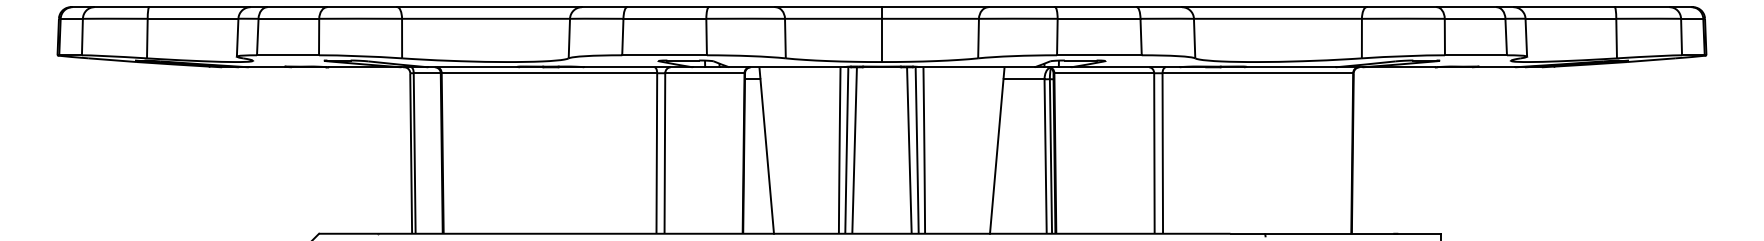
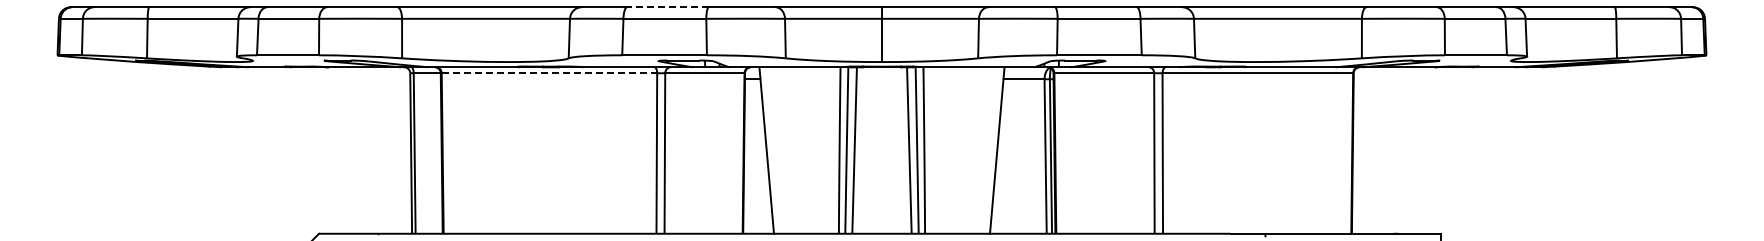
line at (668, 7): solid -> dashed
line at (549, 73): solid -> dashed
